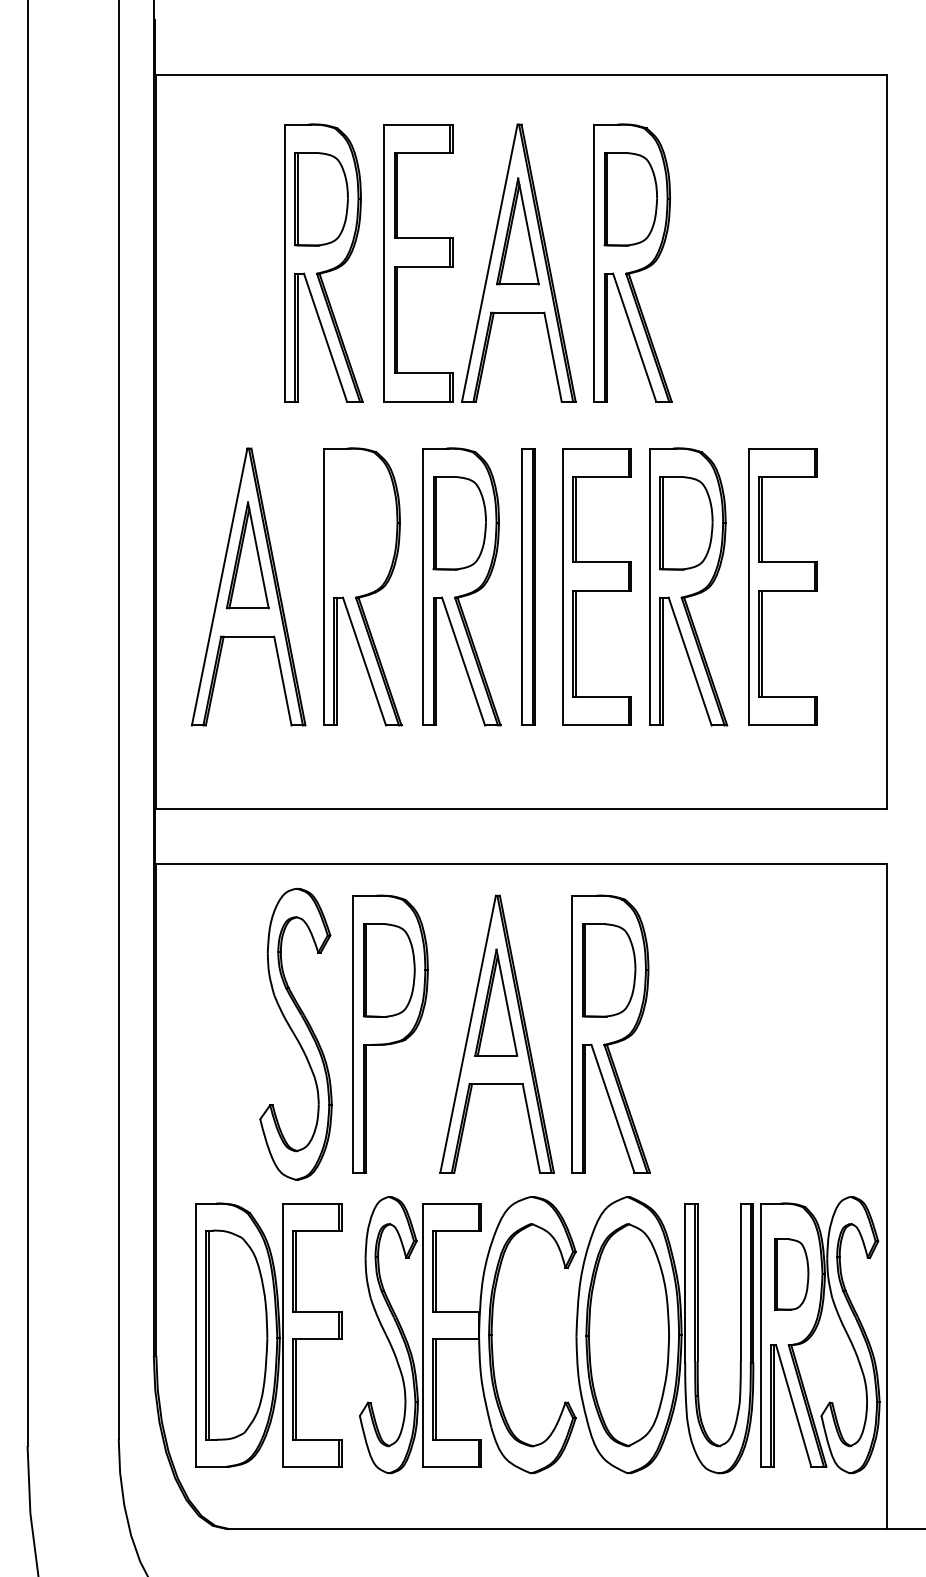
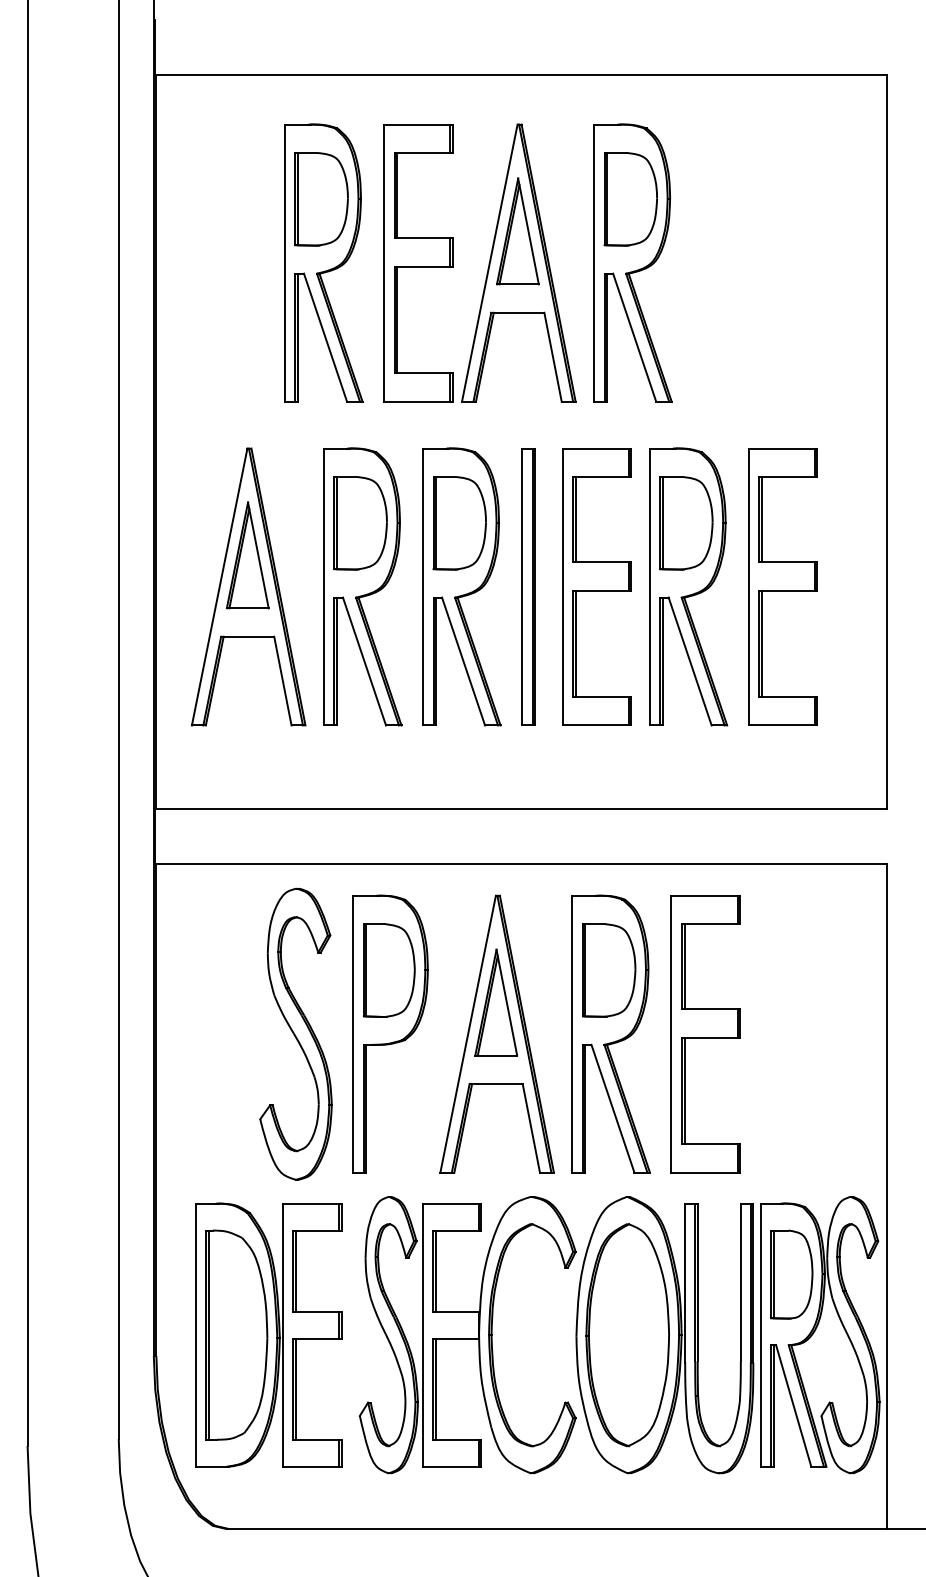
part at (360, 523): none -> present
part at (705, 1034): none -> present
part at (791, 1274) size: 36x73 px -> 44x91 px
